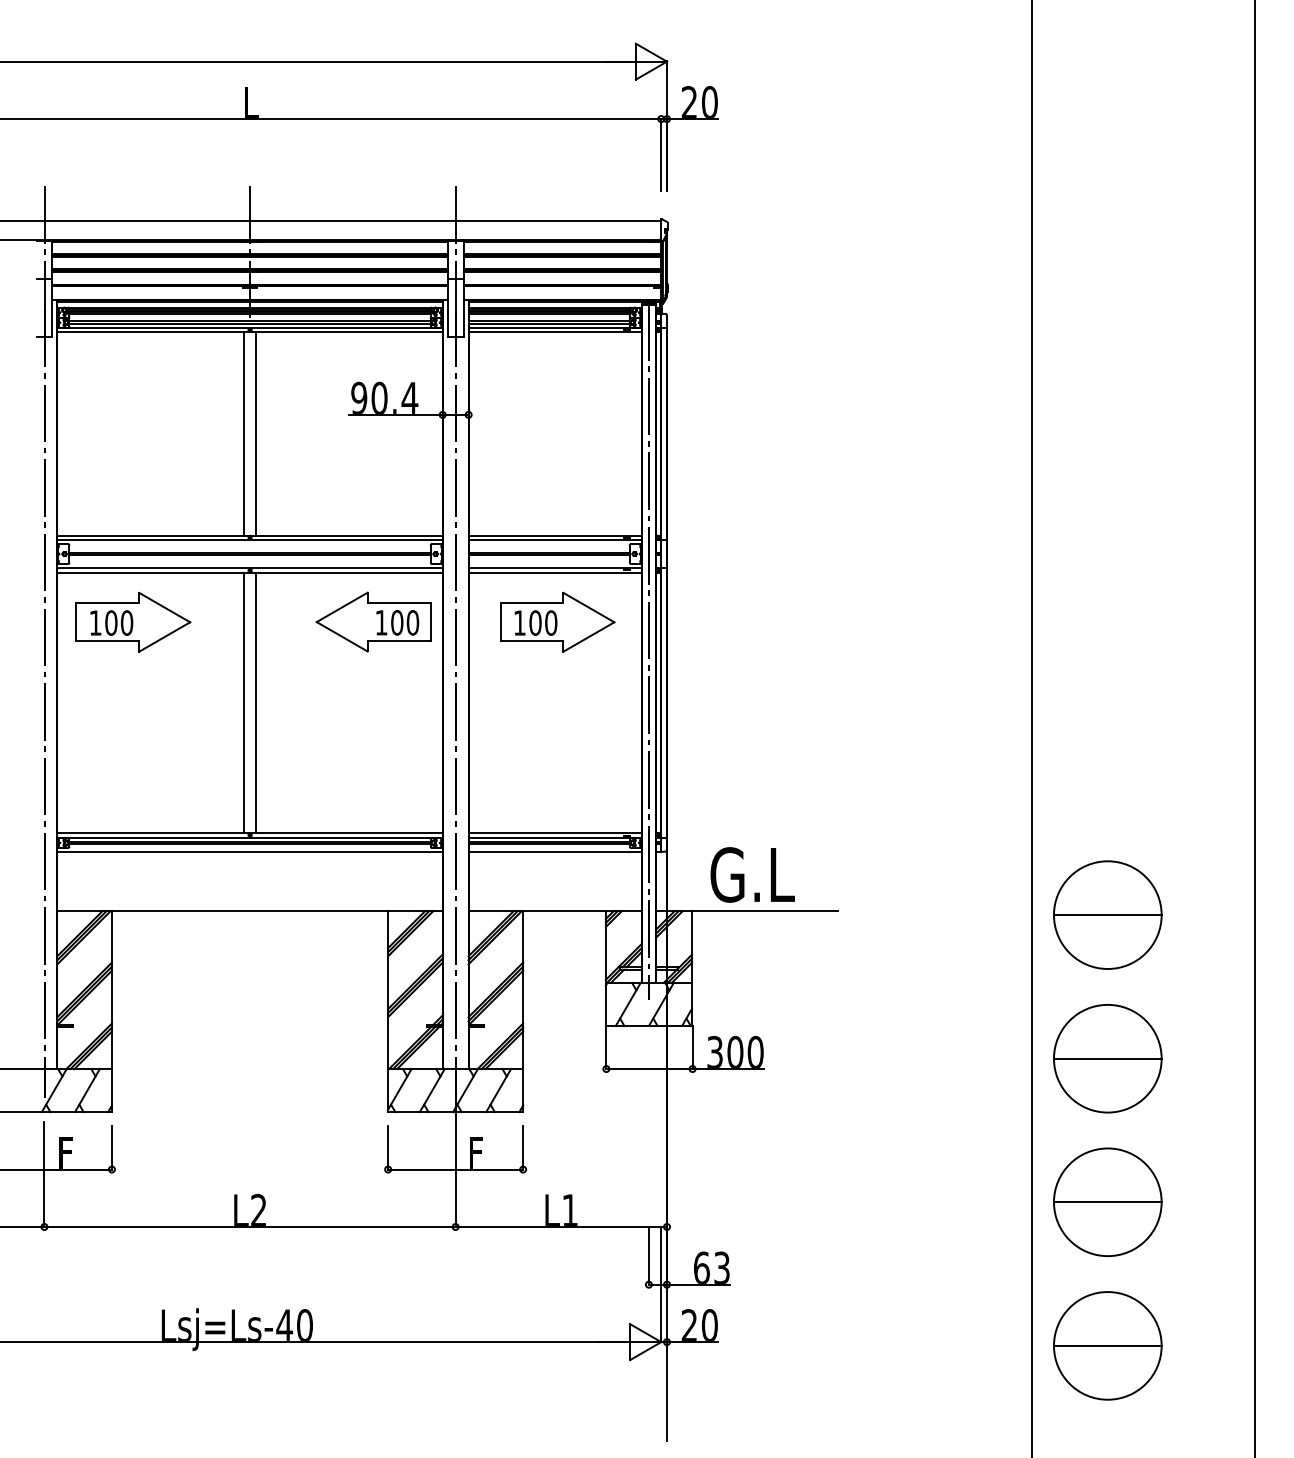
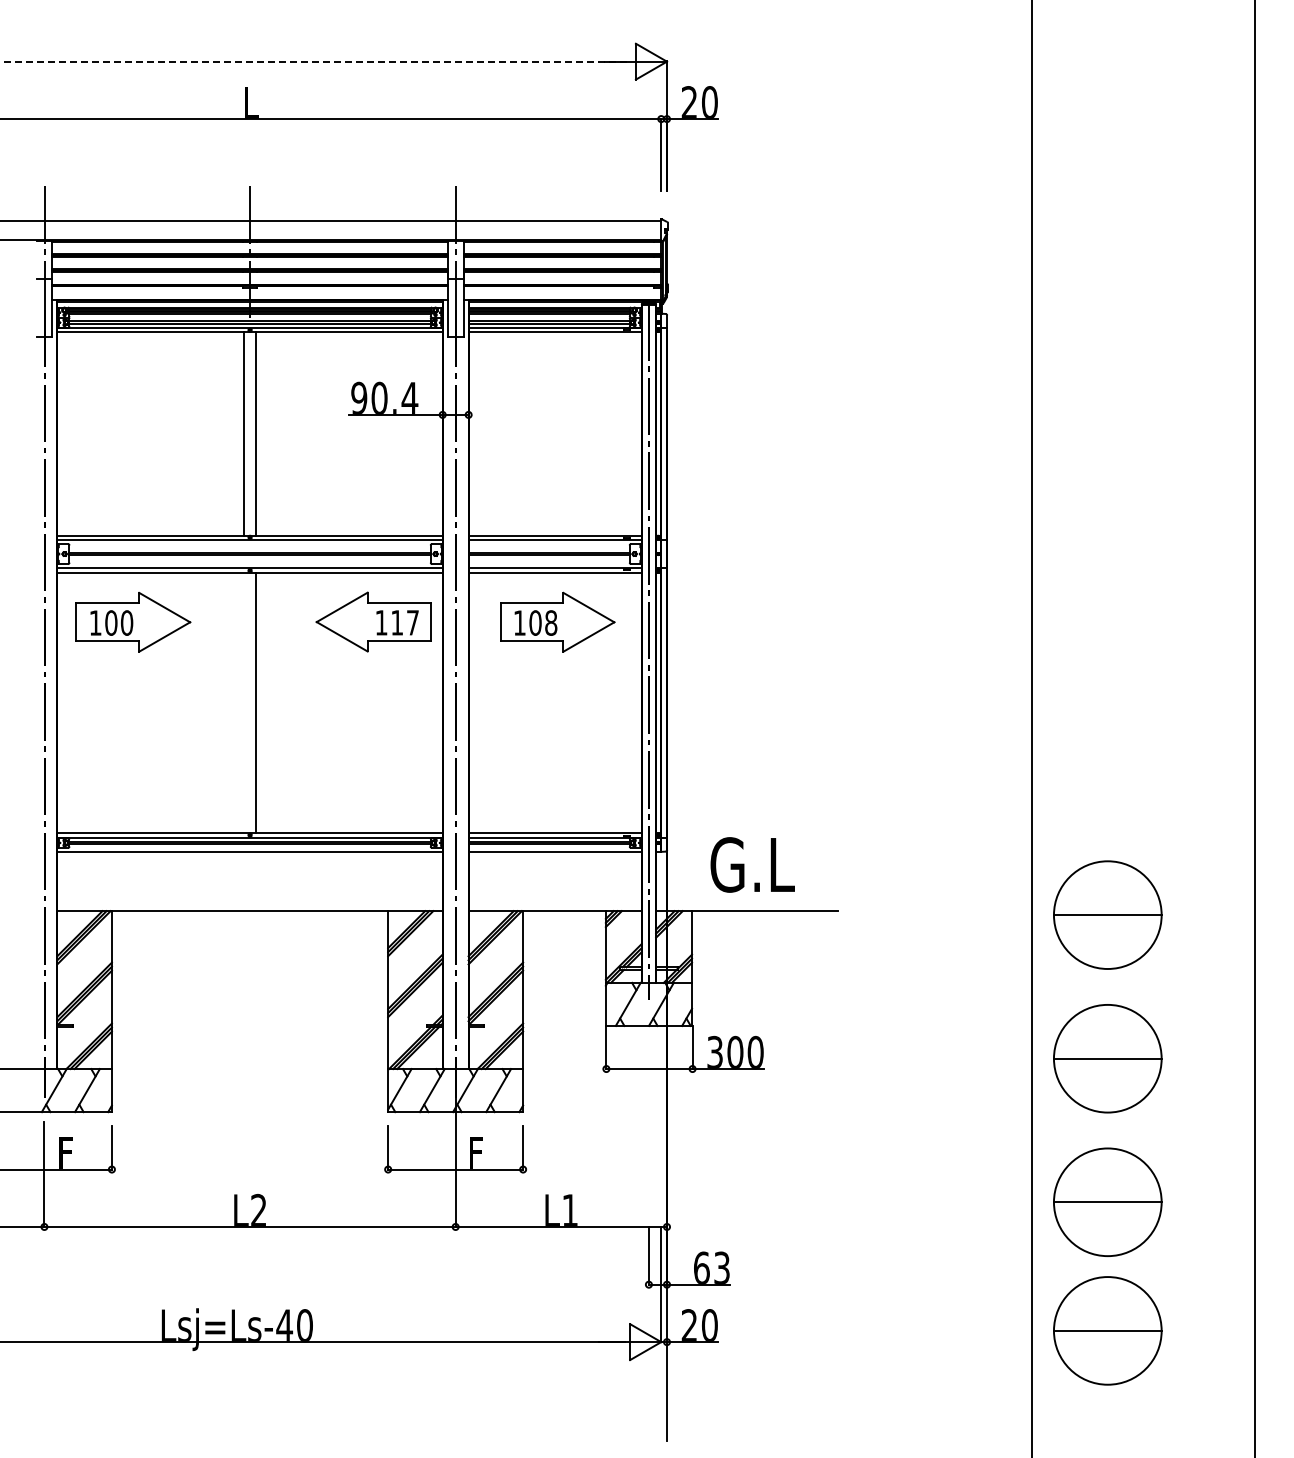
line at (316, 61): solid -> dashed
text at (405, 622): 100 -> 117
text at (551, 622): 100 -> 108
line at (244, 702): present -> none
text at (752, 874) position: (752, 874) -> (752, 864)
part at (1107, 1345) position: (1107, 1345) -> (1107, 1330)
